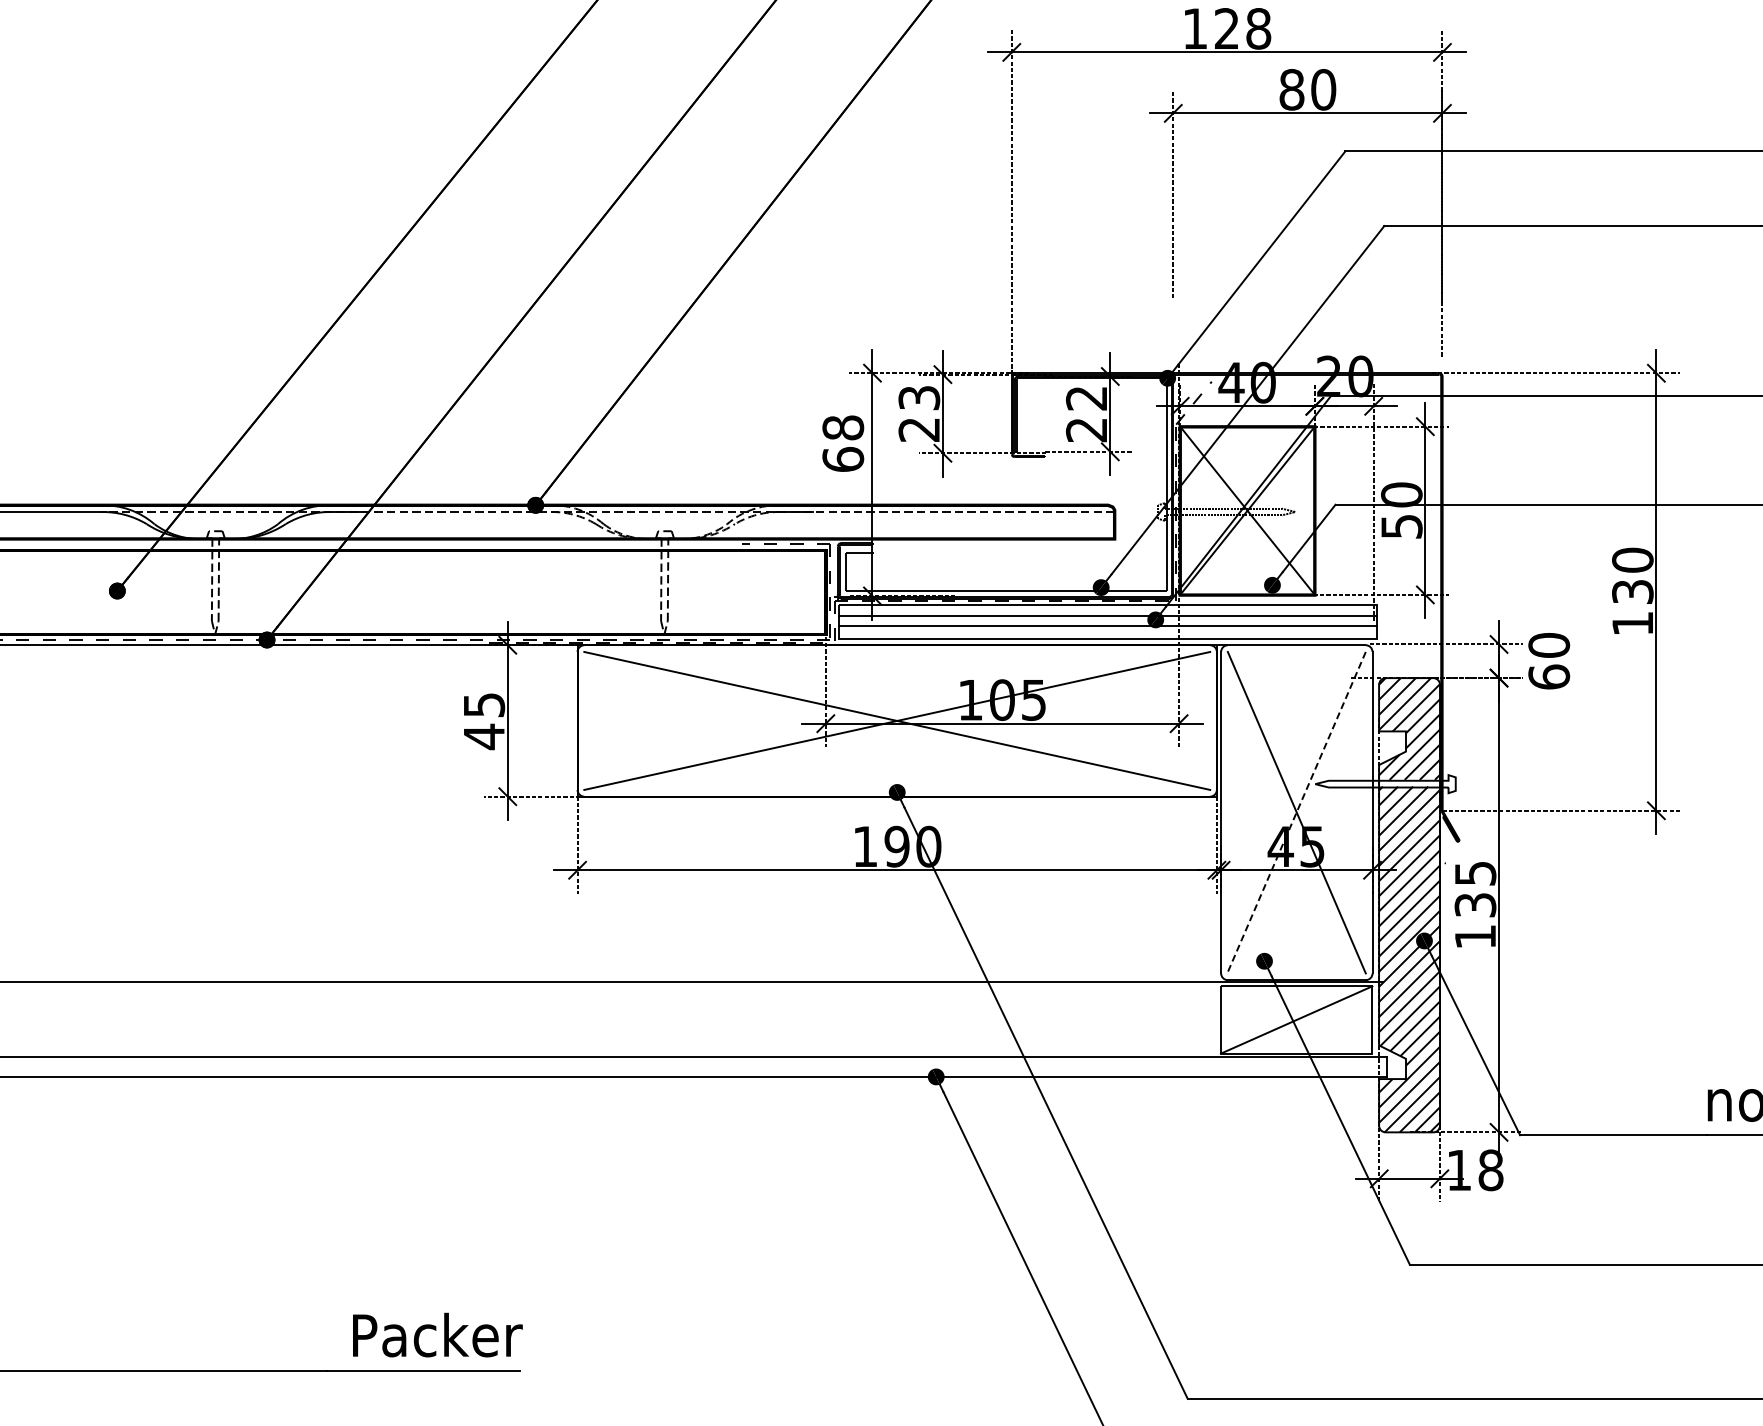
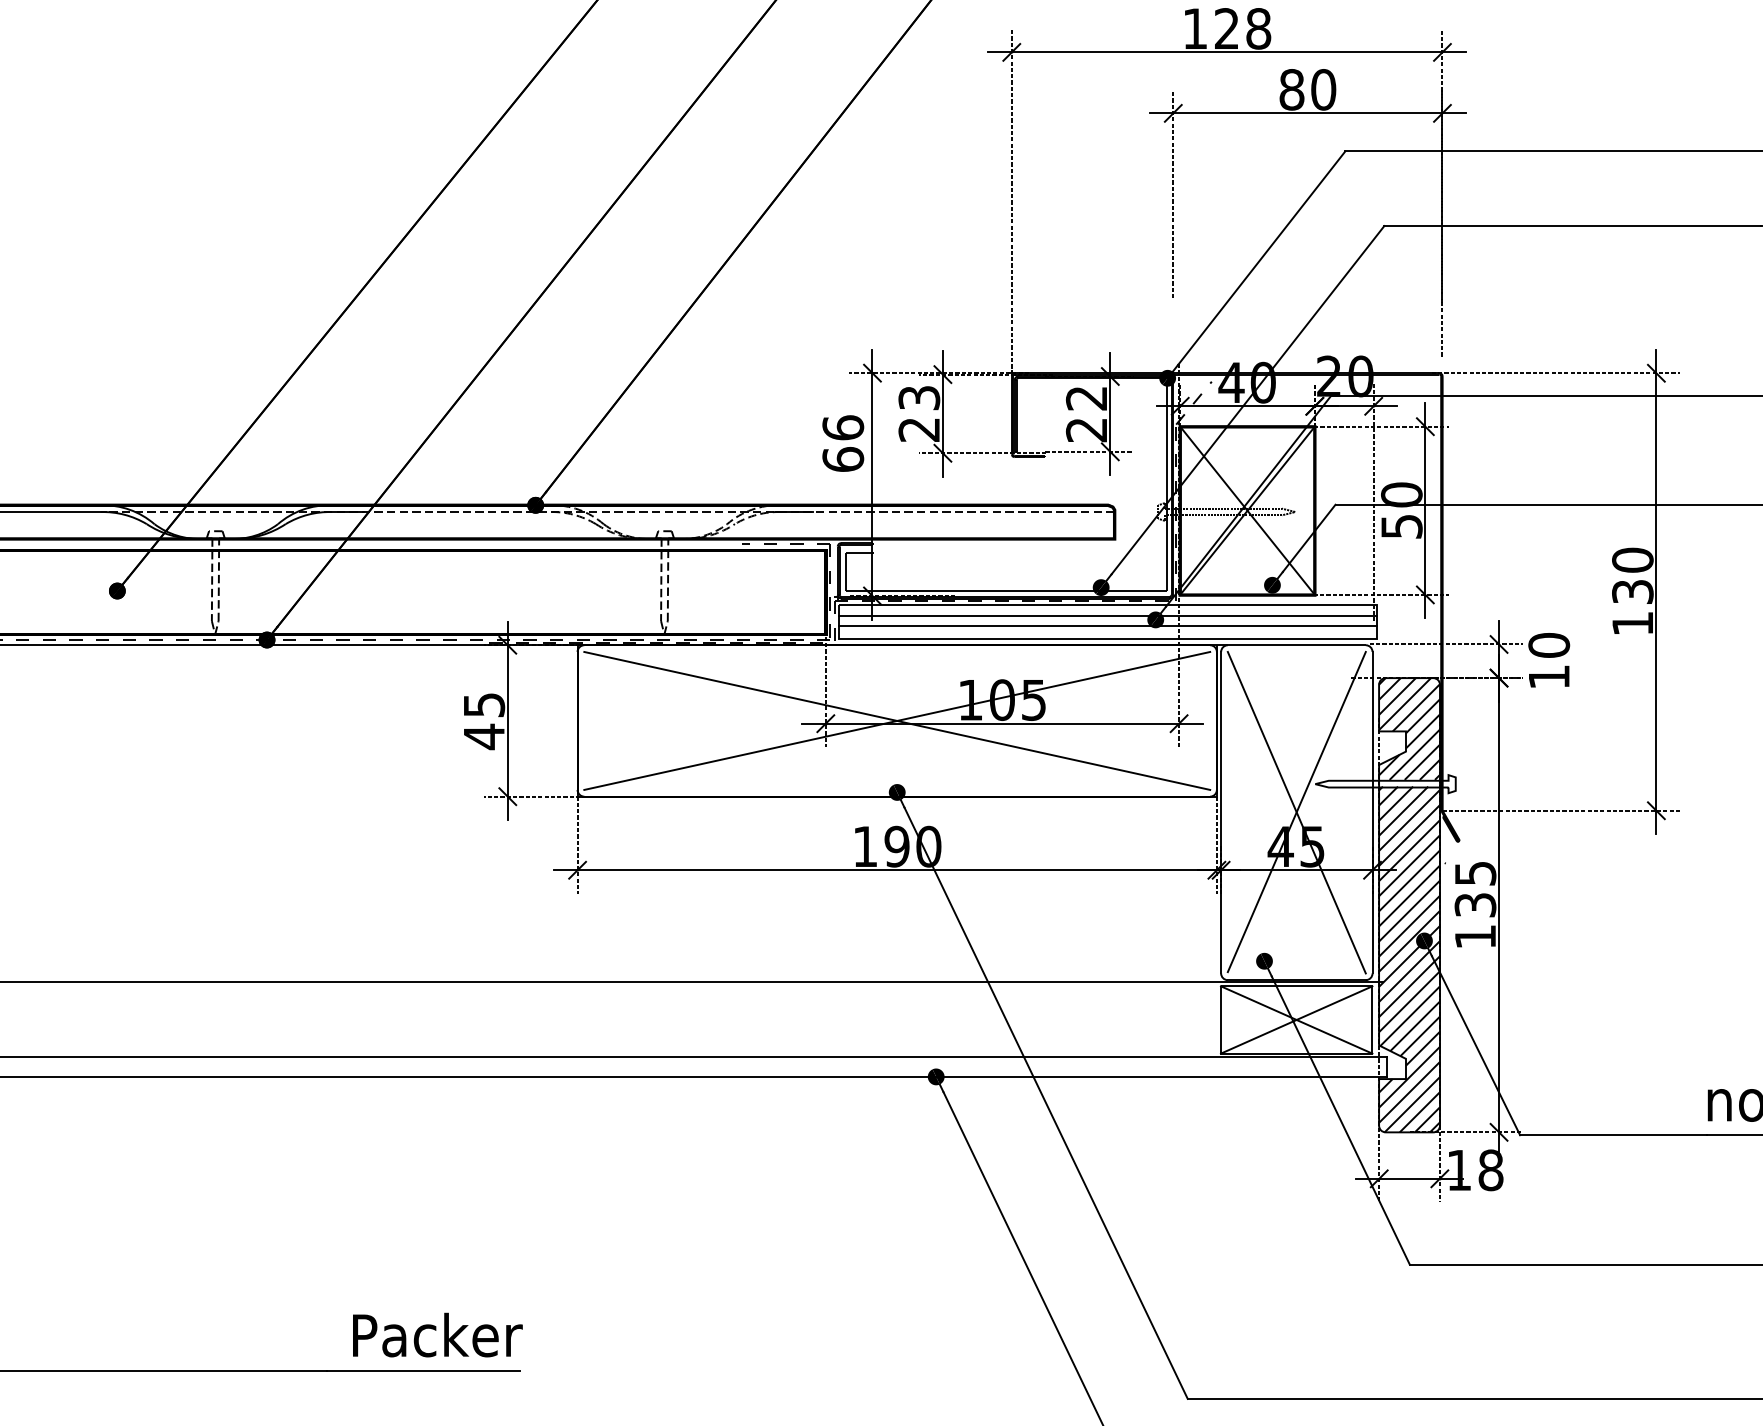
text at (843, 427): 68 -> 66
text at (1549, 676): 60 -> 10
line at (1296, 812): dashed -> solid
line at (1296, 1019): none -> present
